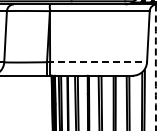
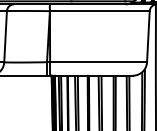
line at (97, 62): dashed -> solid
arc at (155, 68): dashed -> solid
